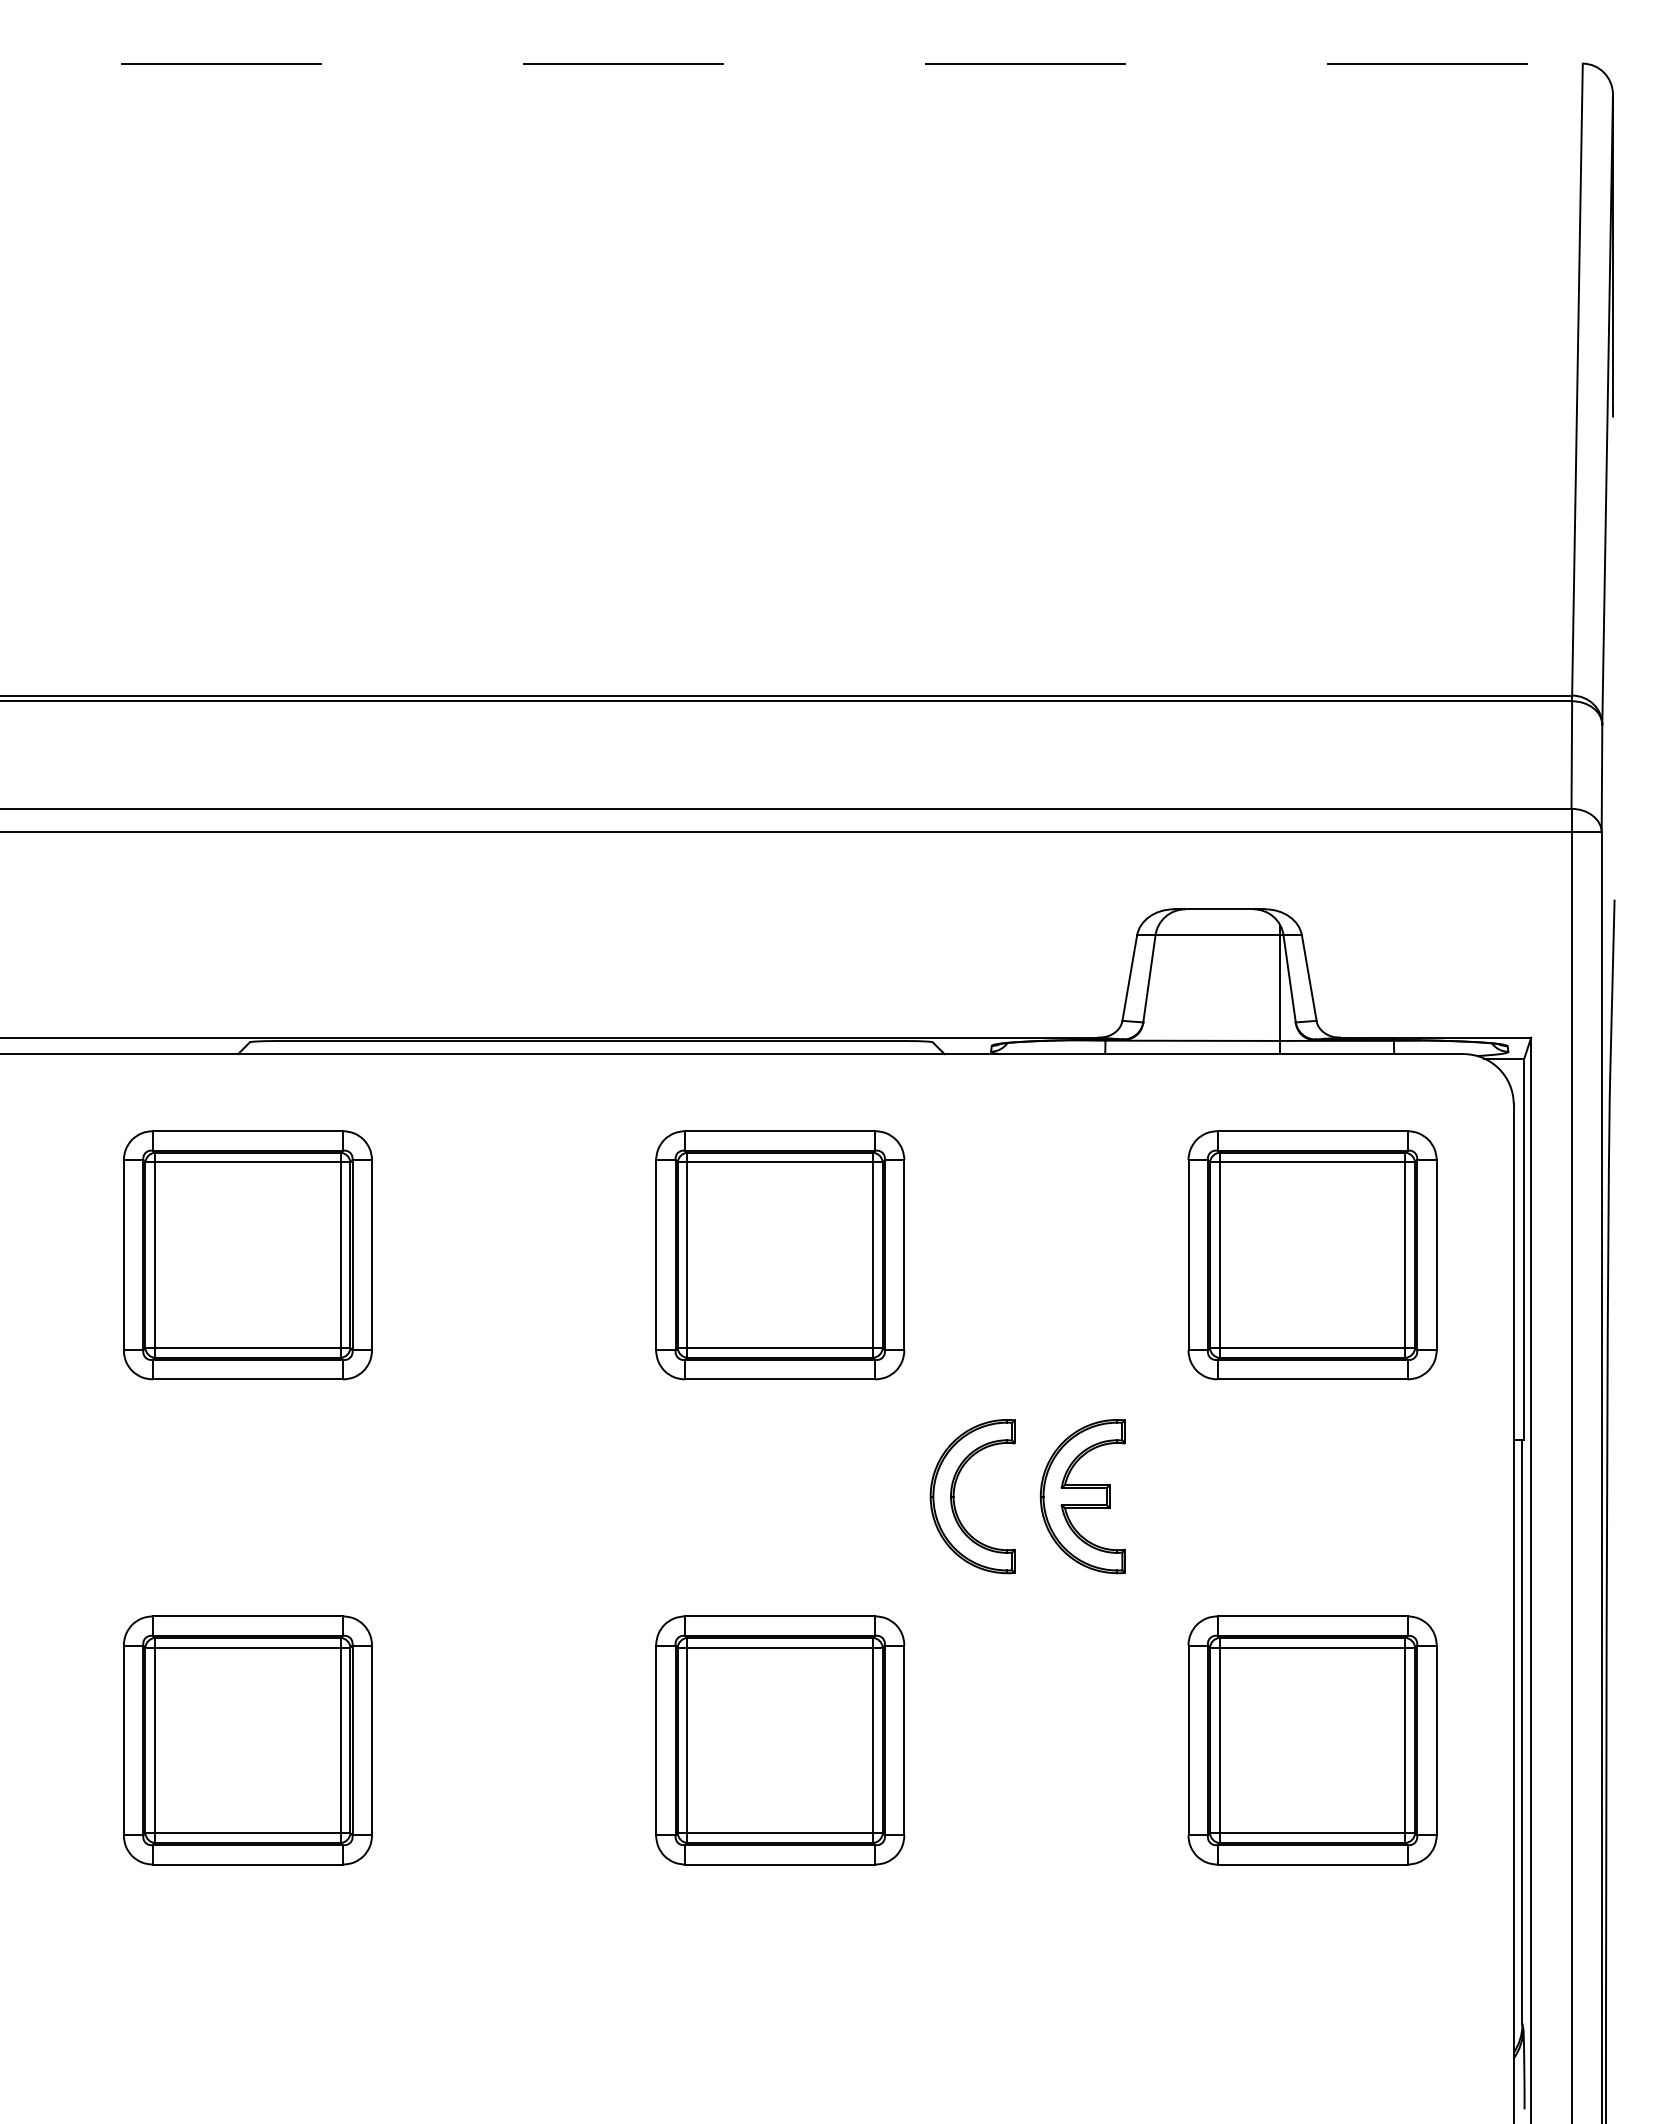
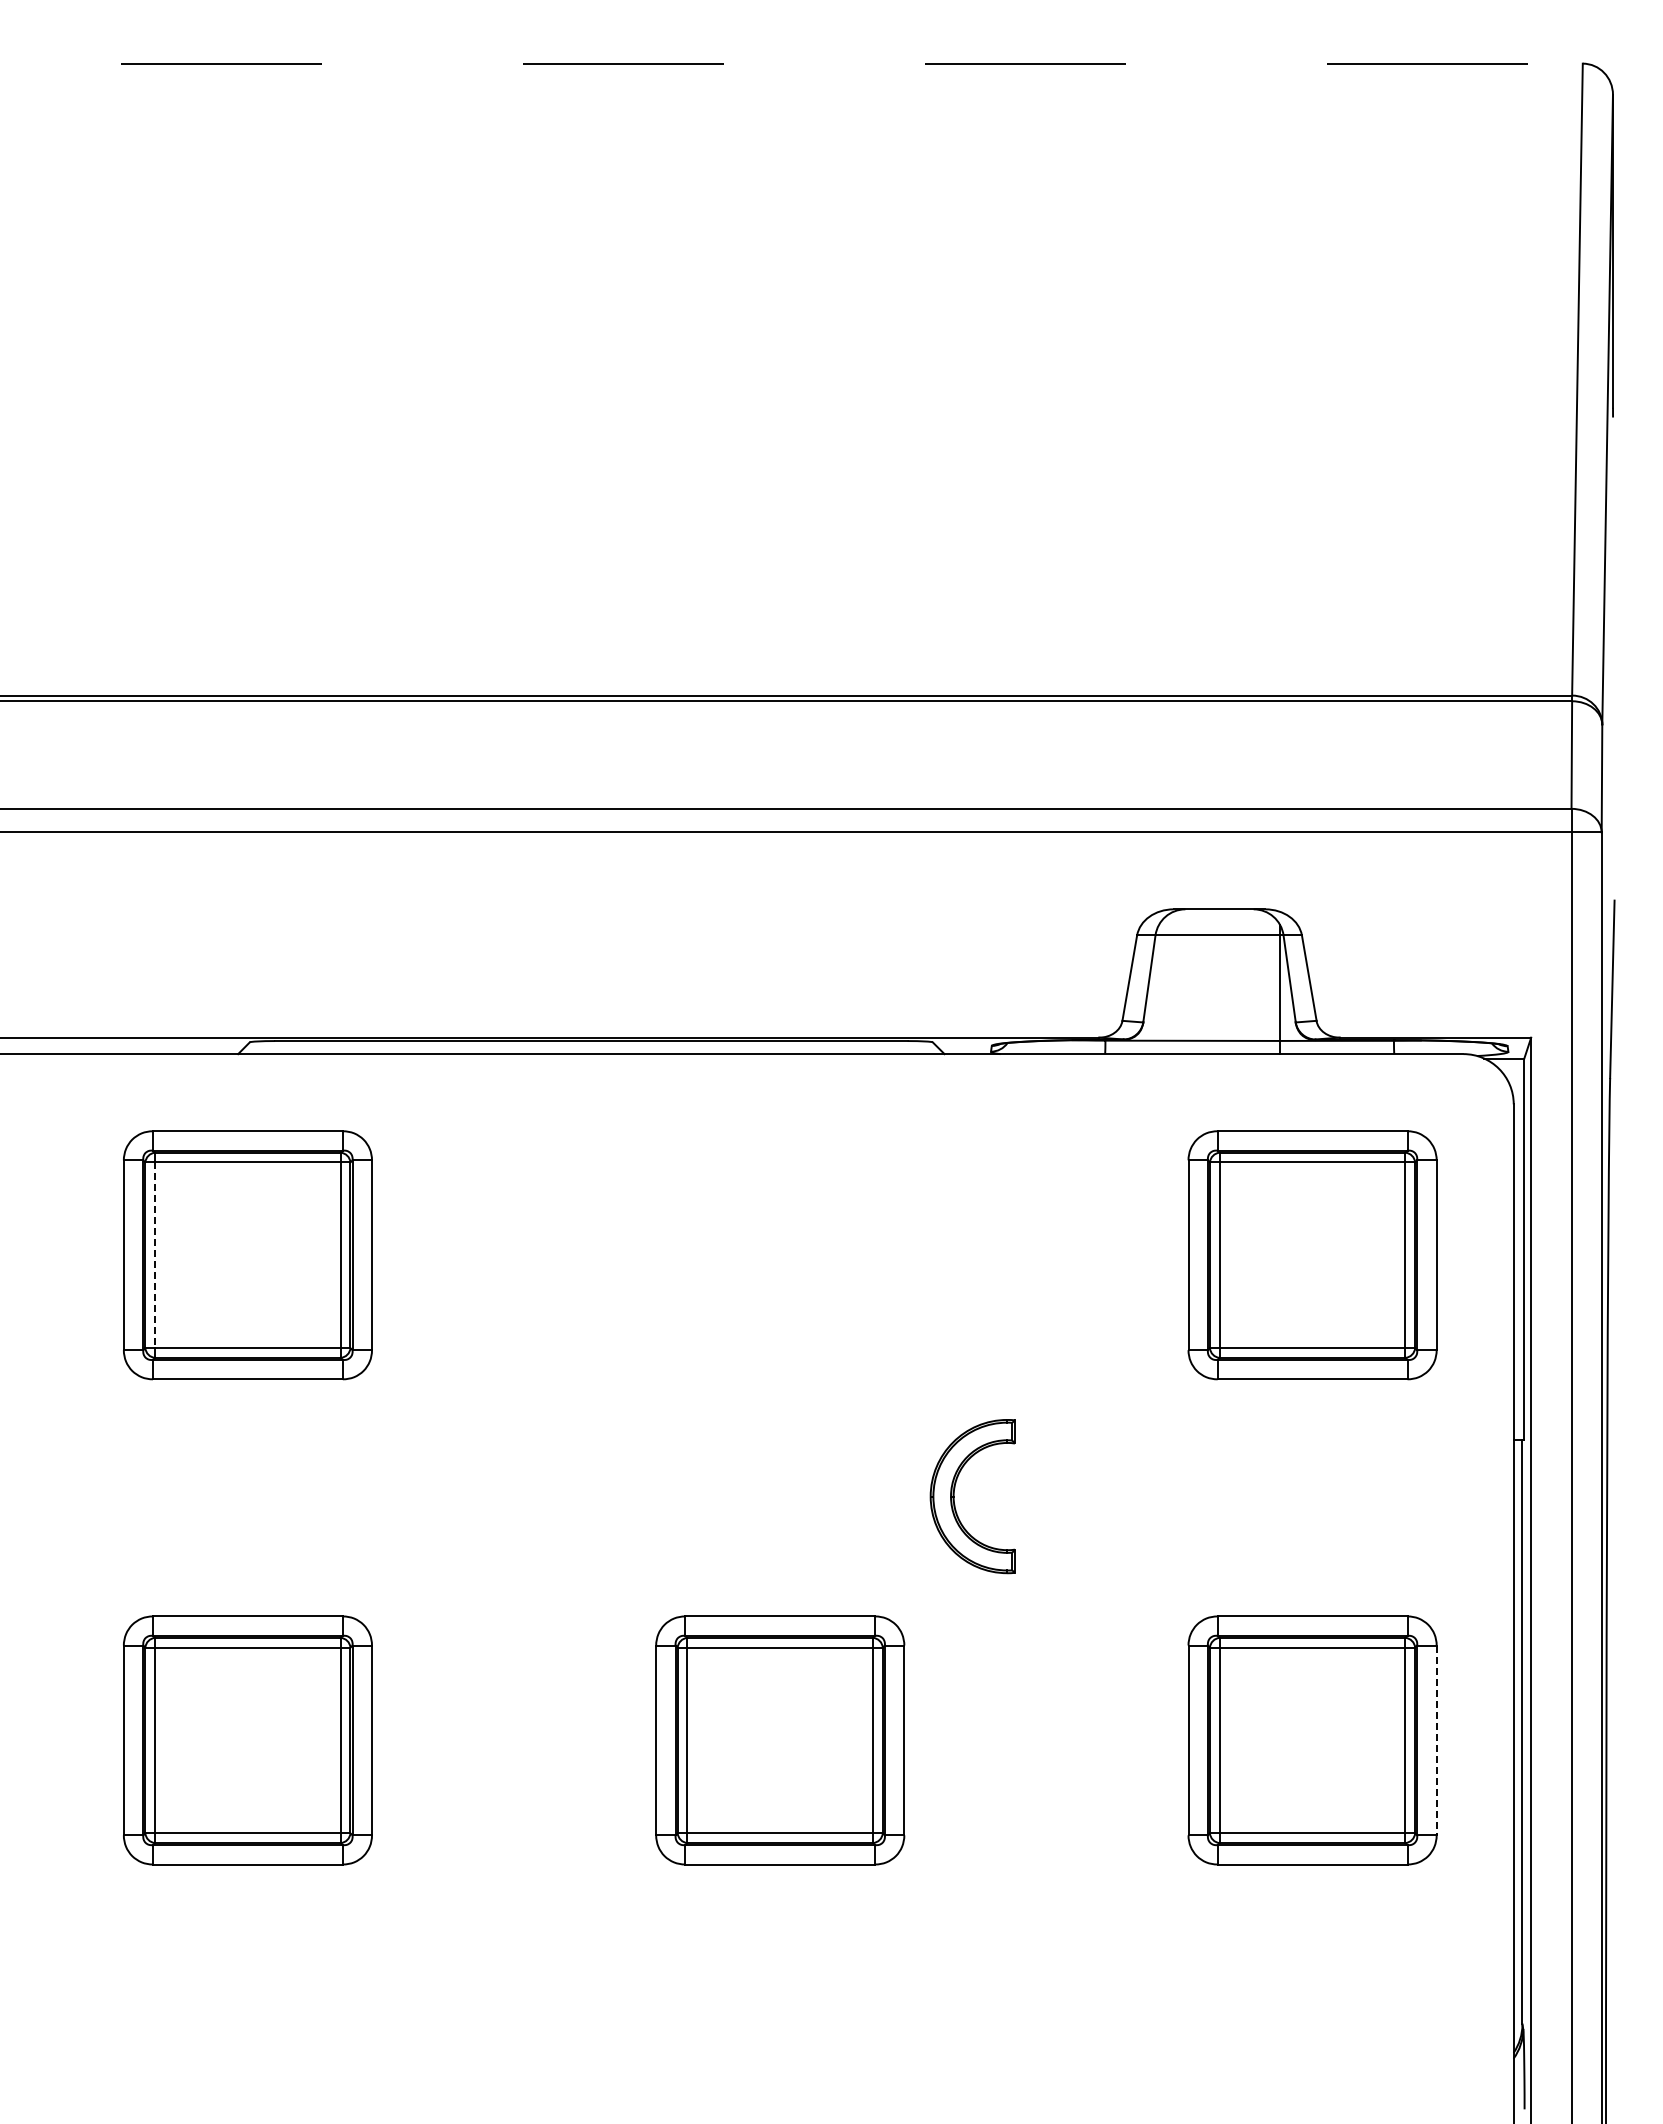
line at (155, 1255): solid -> dashed
part at (780, 1255): present -> none
part at (1082, 1496): present -> none
line at (1436, 1740): solid -> dashed
